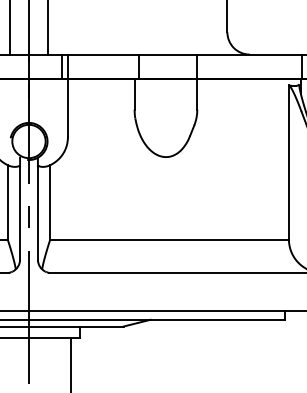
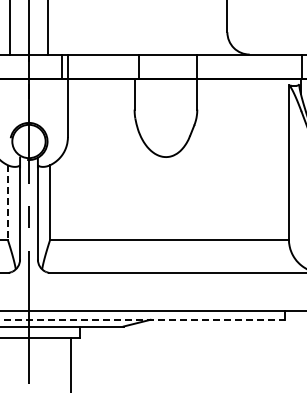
line at (7, 202): solid -> dashed
line at (143, 319): solid -> dashed
